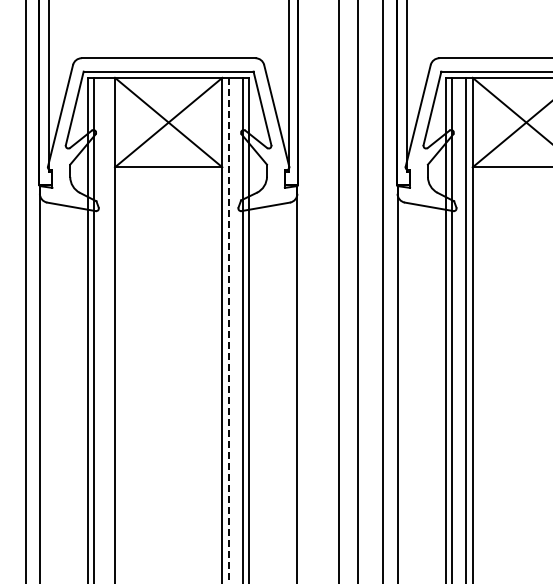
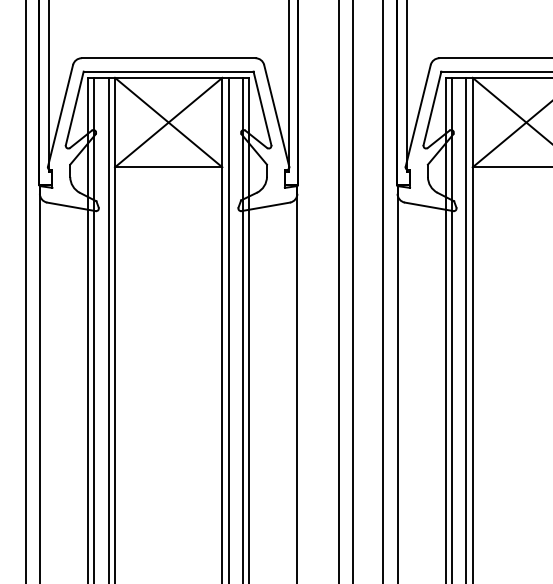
line at (357, 291) position: (357, 291) -> (352, 291)
line at (108, 328): none -> present
line at (228, 330): dashed -> solid
